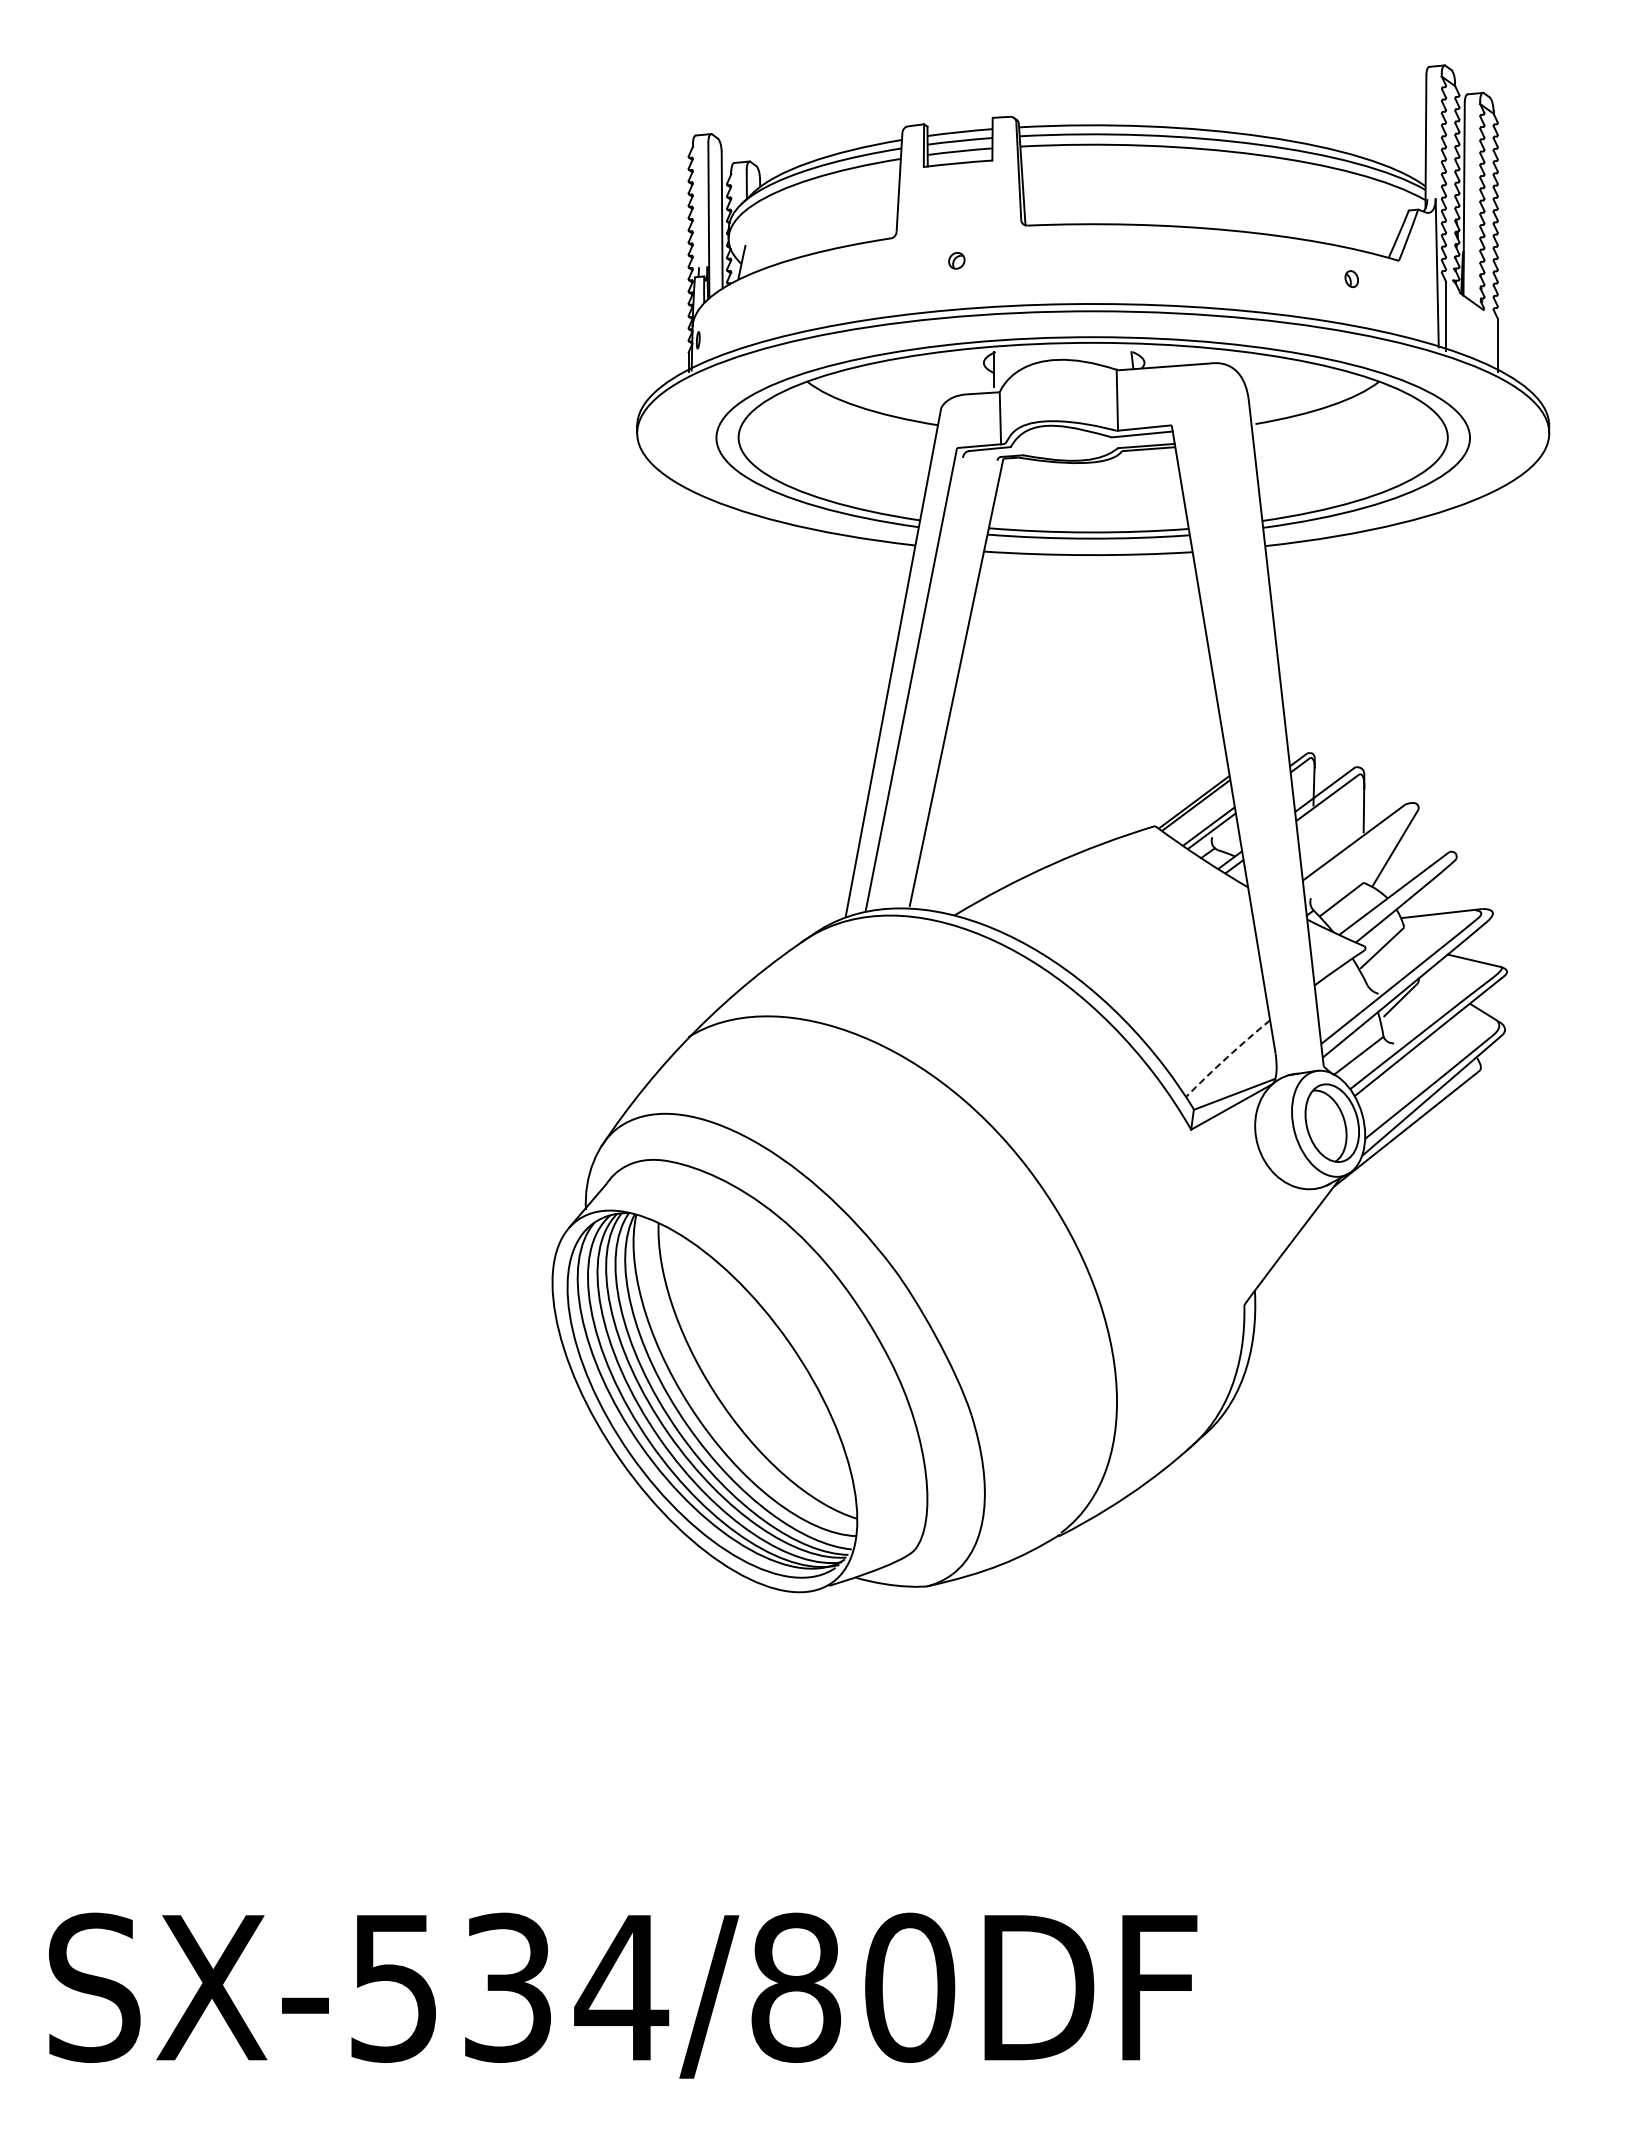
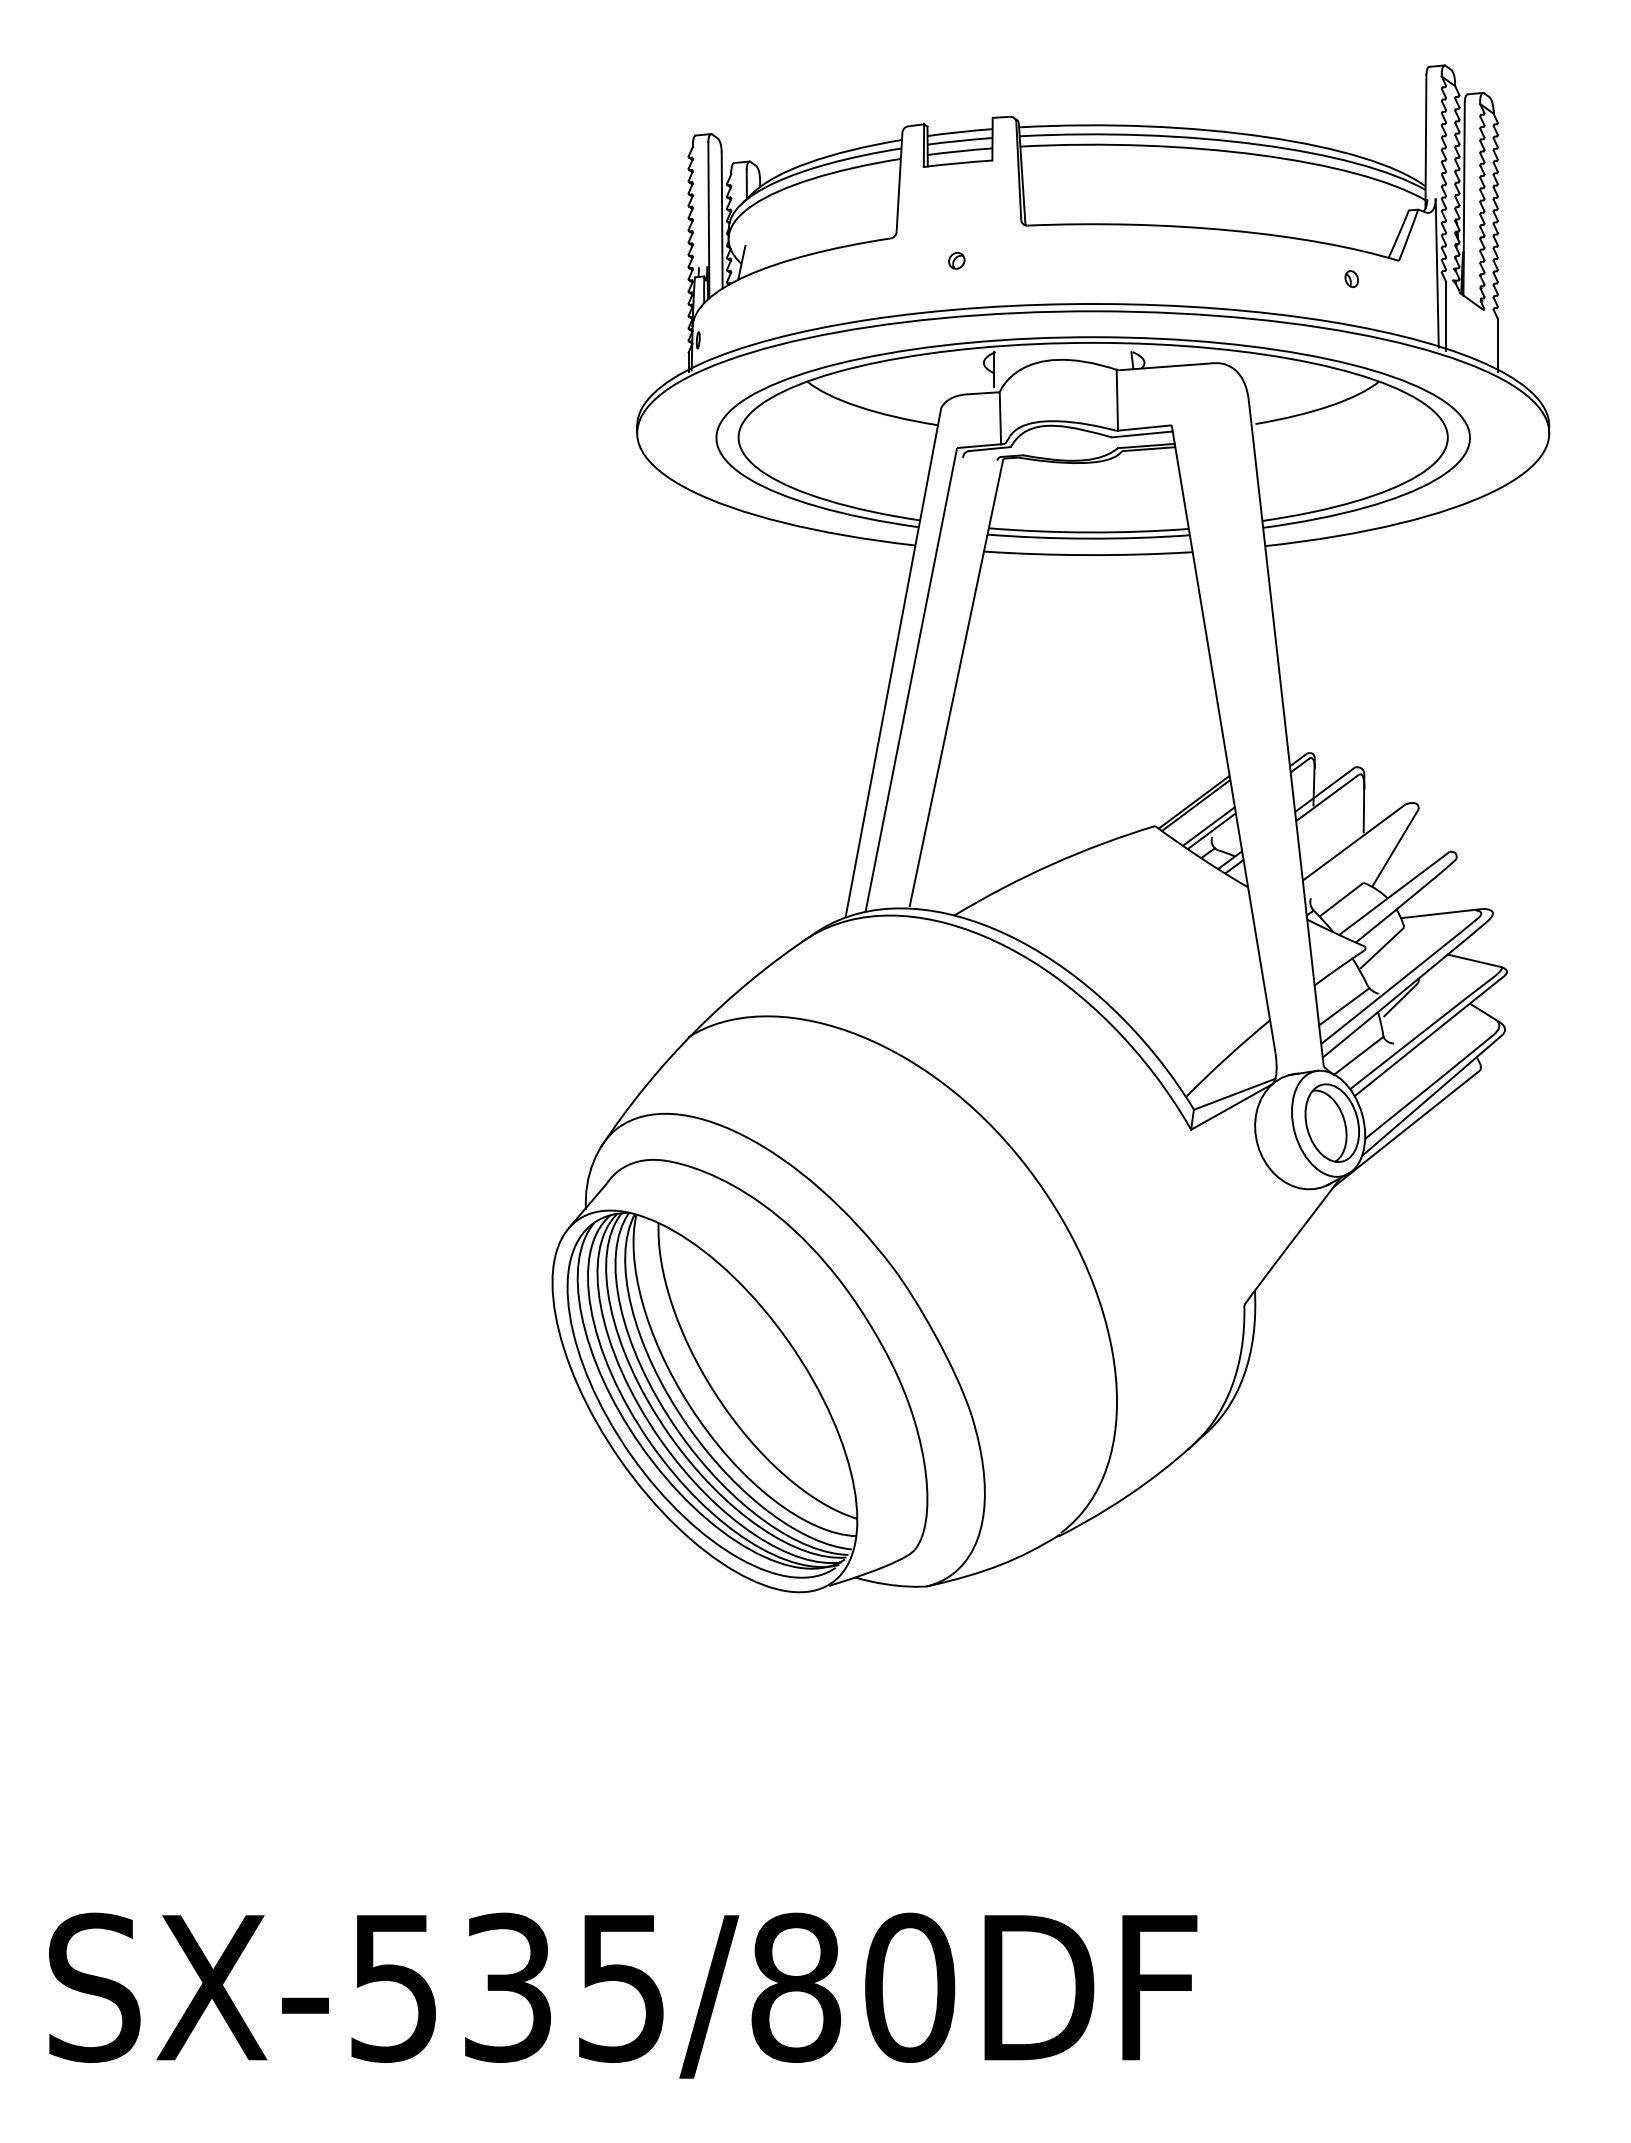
line at (1344, 1006): none -> present
arc at (1227, 1057): dashed -> solid
text at (621, 1988): SX-534/80DF -> SX-535/80DF
